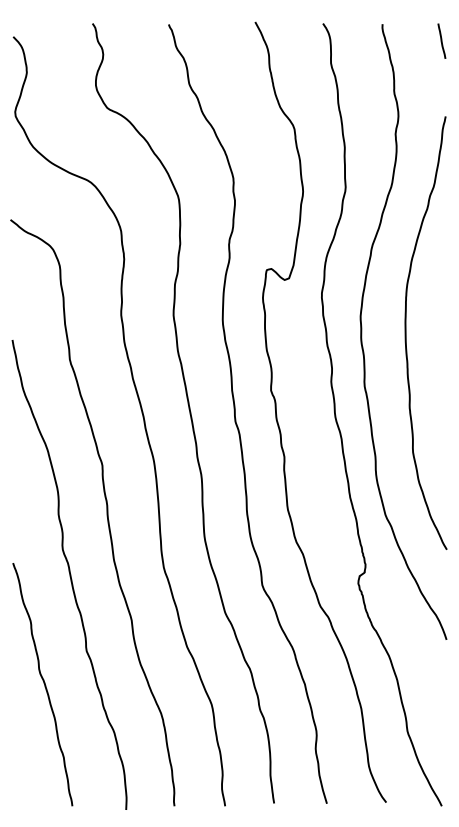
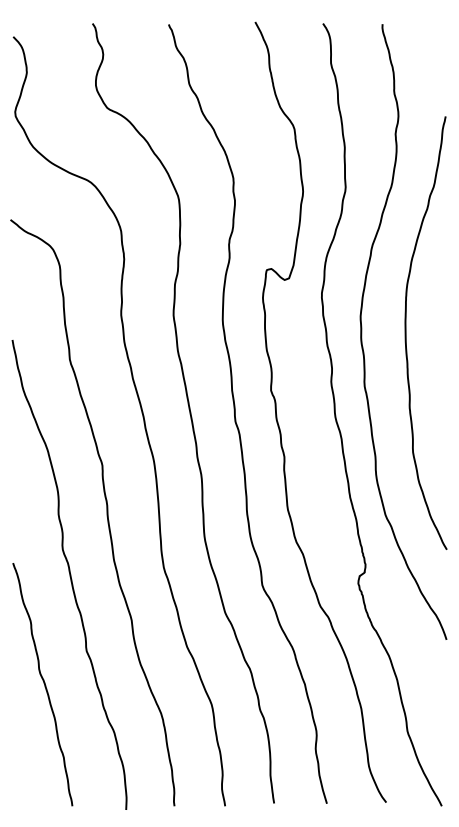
line at (441, 40): present -> none
